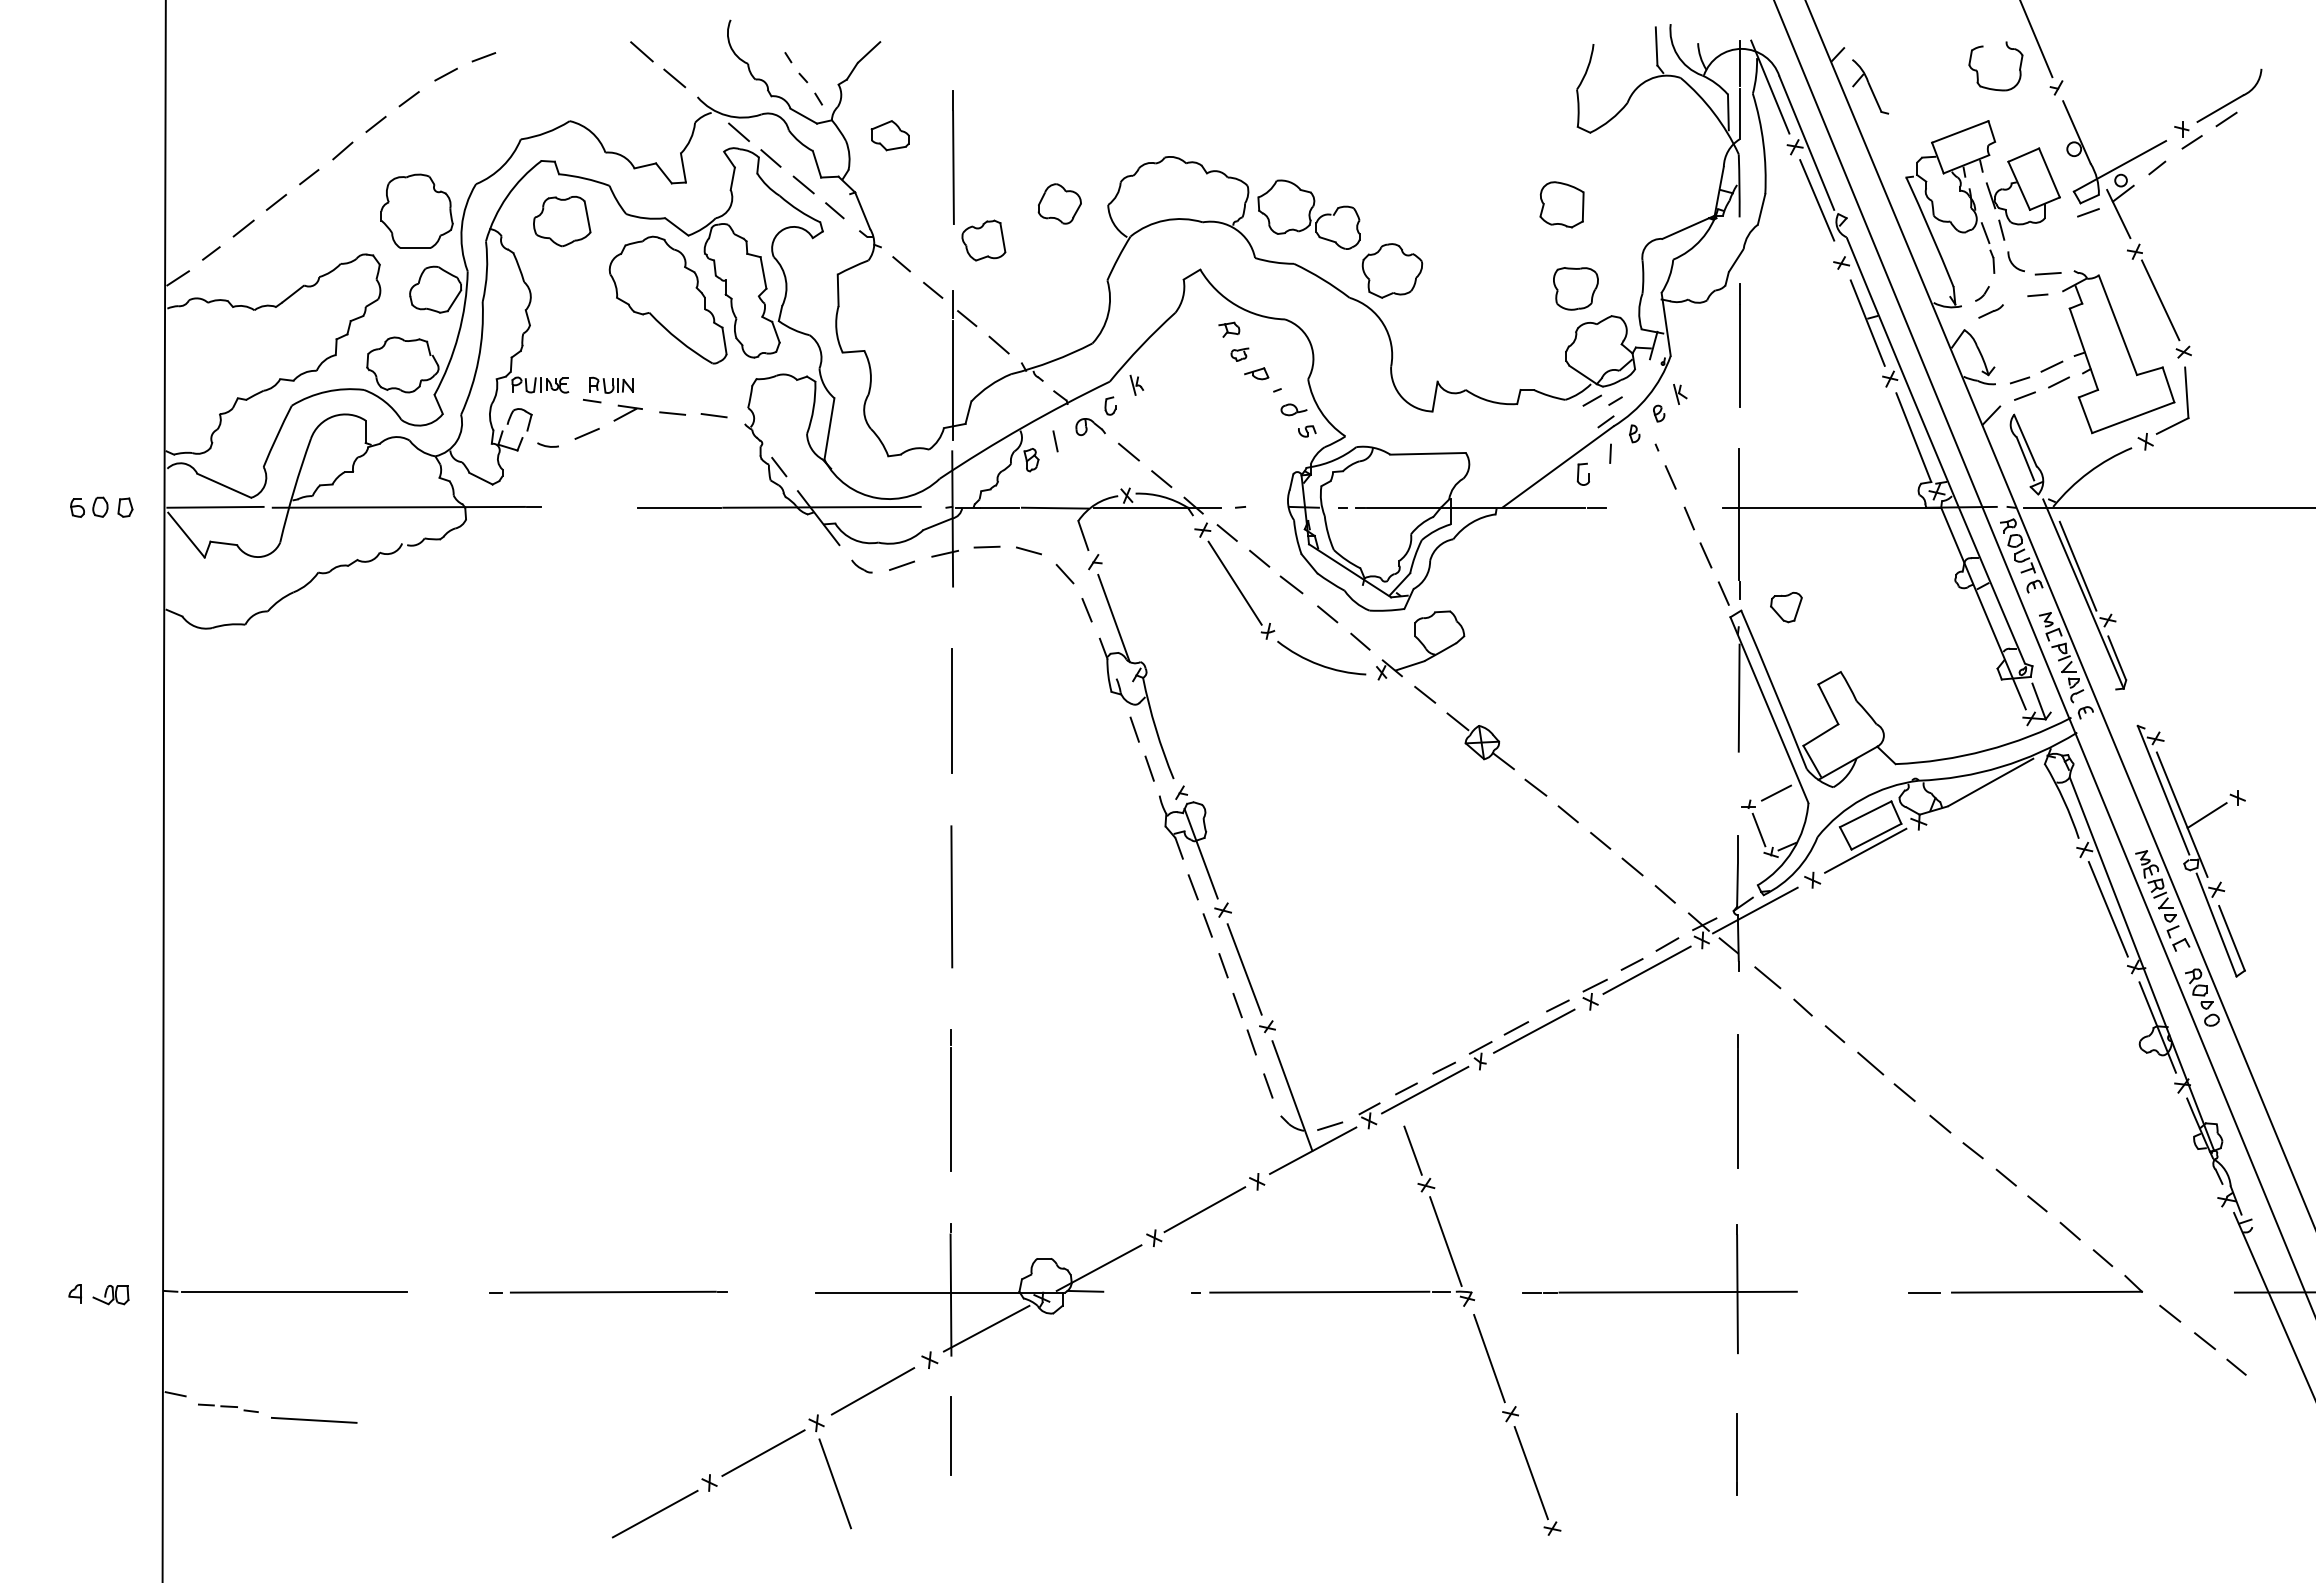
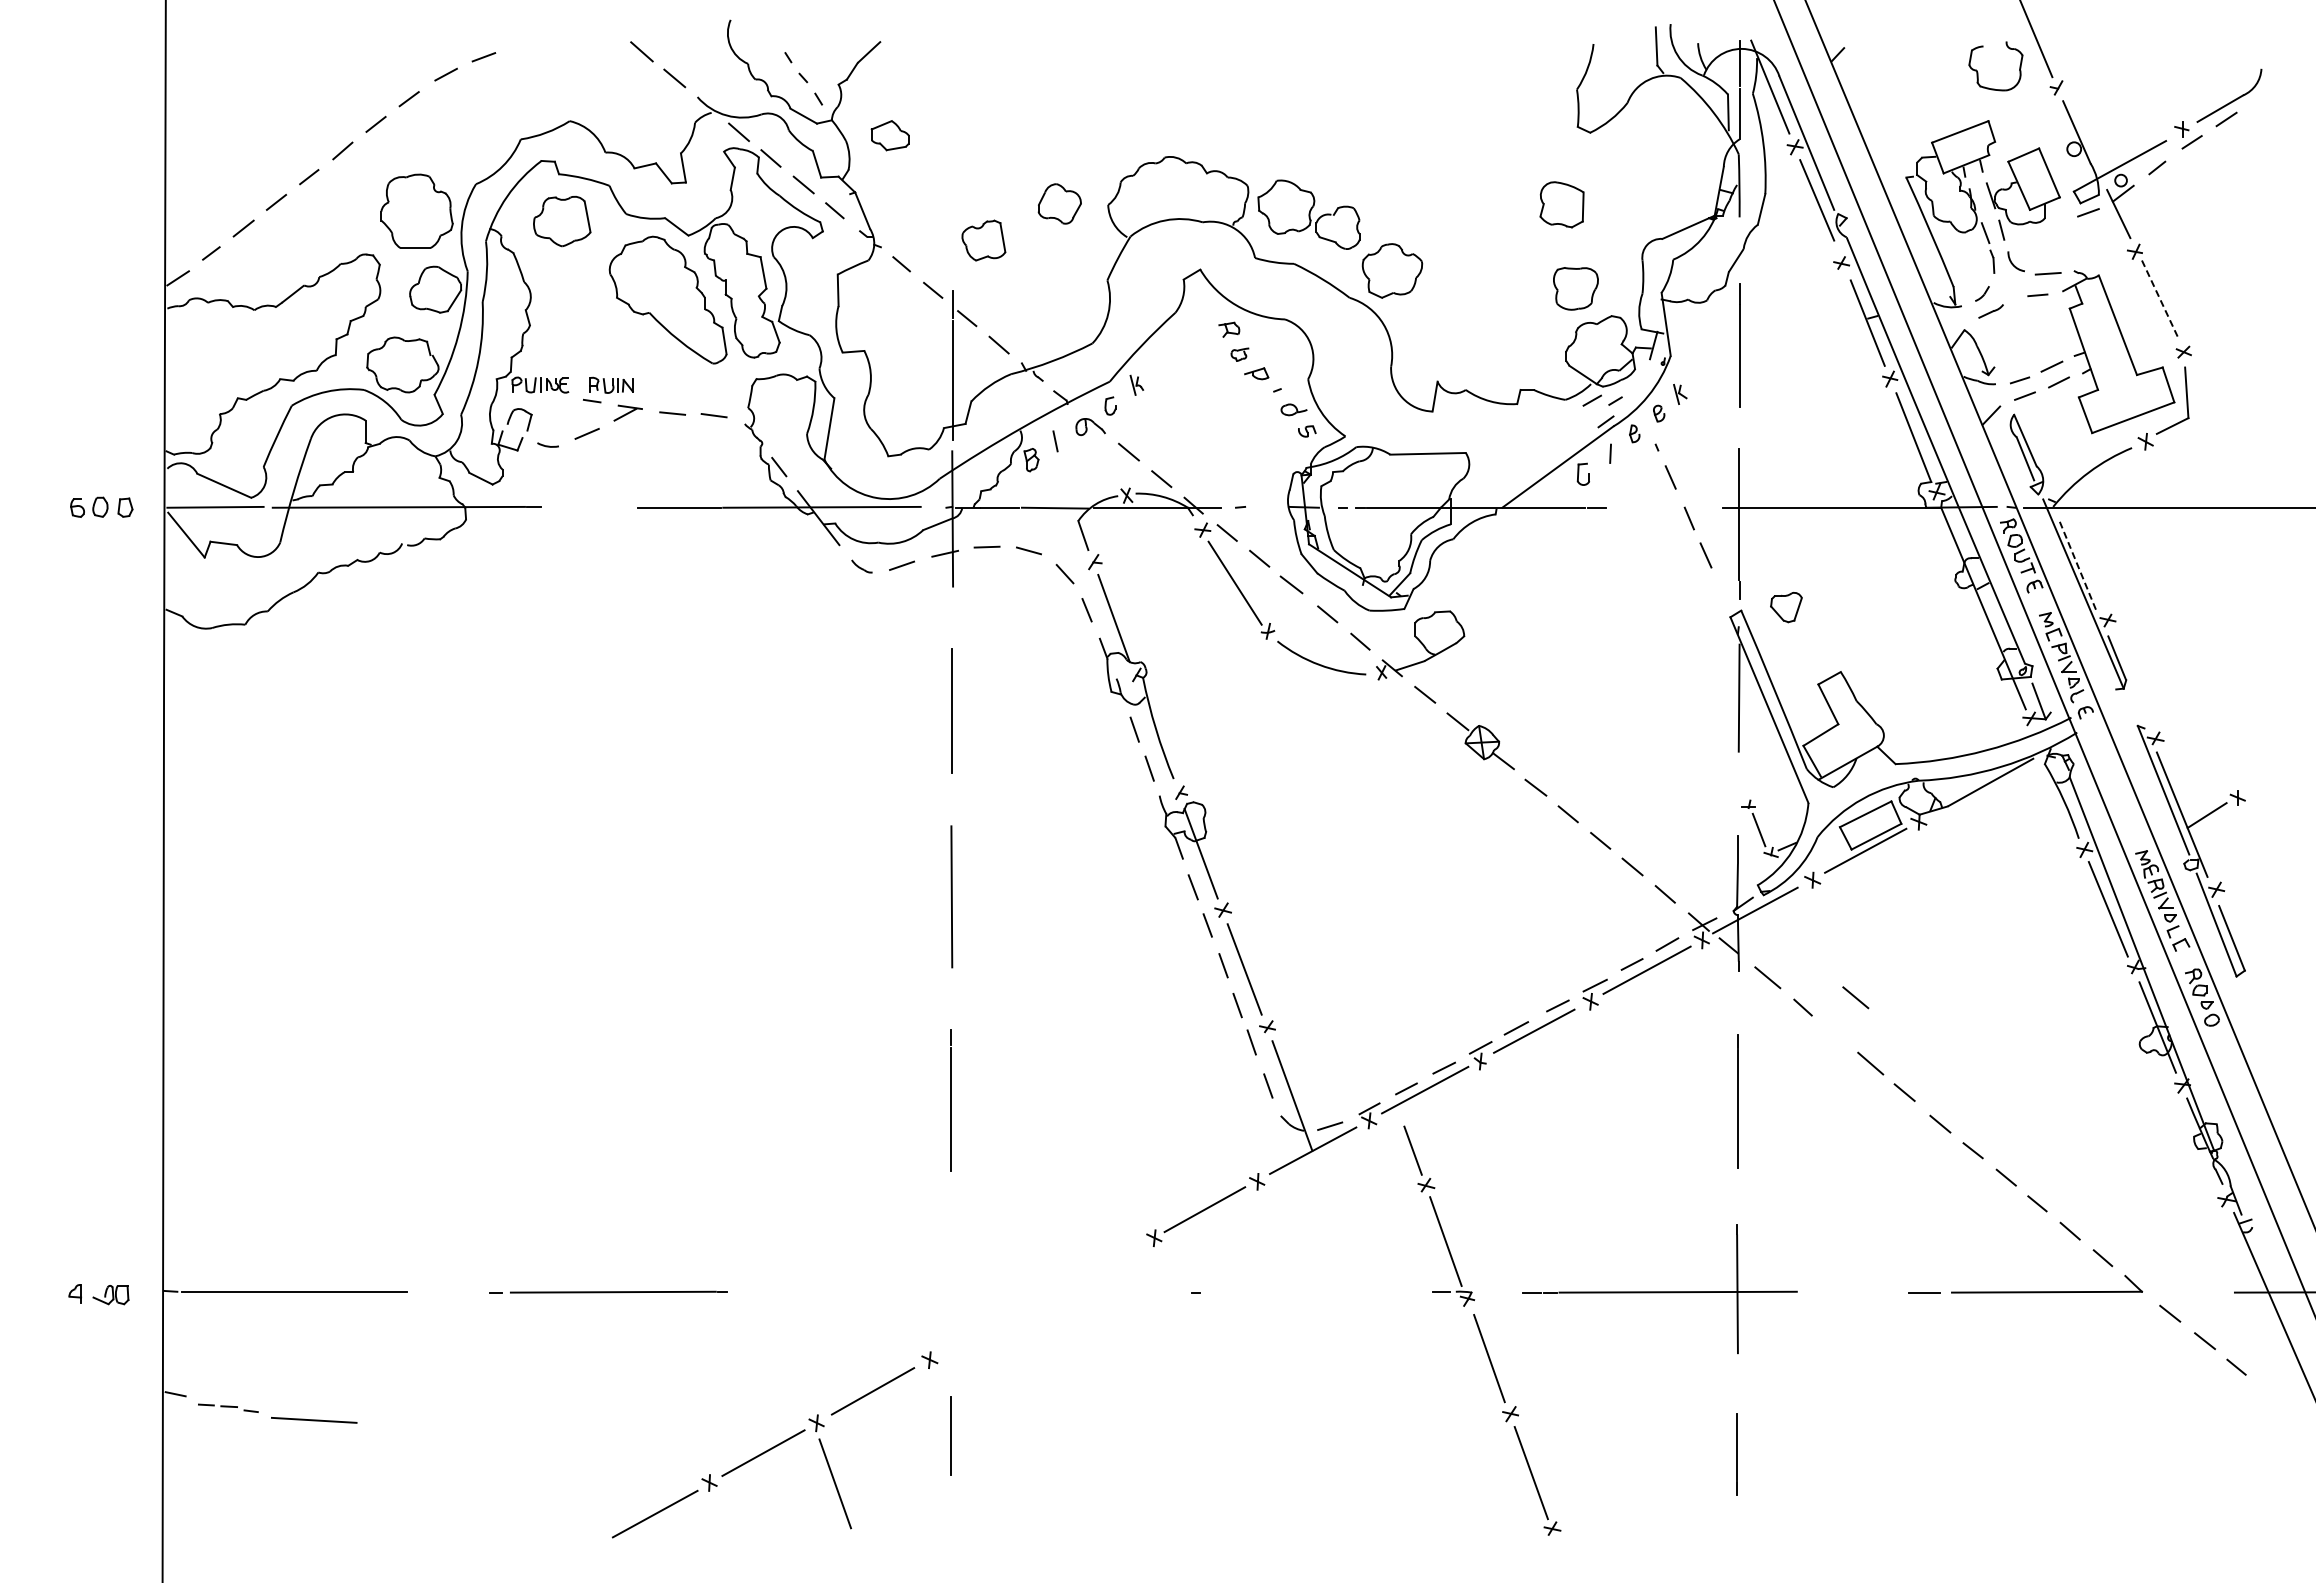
part at (1870, 86): present -> none
line at (953, 157): present -> none
line at (2160, 300): solid -> dashed
line at (2078, 566): solid -> dashed
line at (1723, 593): present -> none
line at (1776, 792): present -> none
line at (1855, 997): none -> present
line at (1834, 1034): present -> none
part at (978, 1289): present -> none
line at (1319, 1291): present -> none
